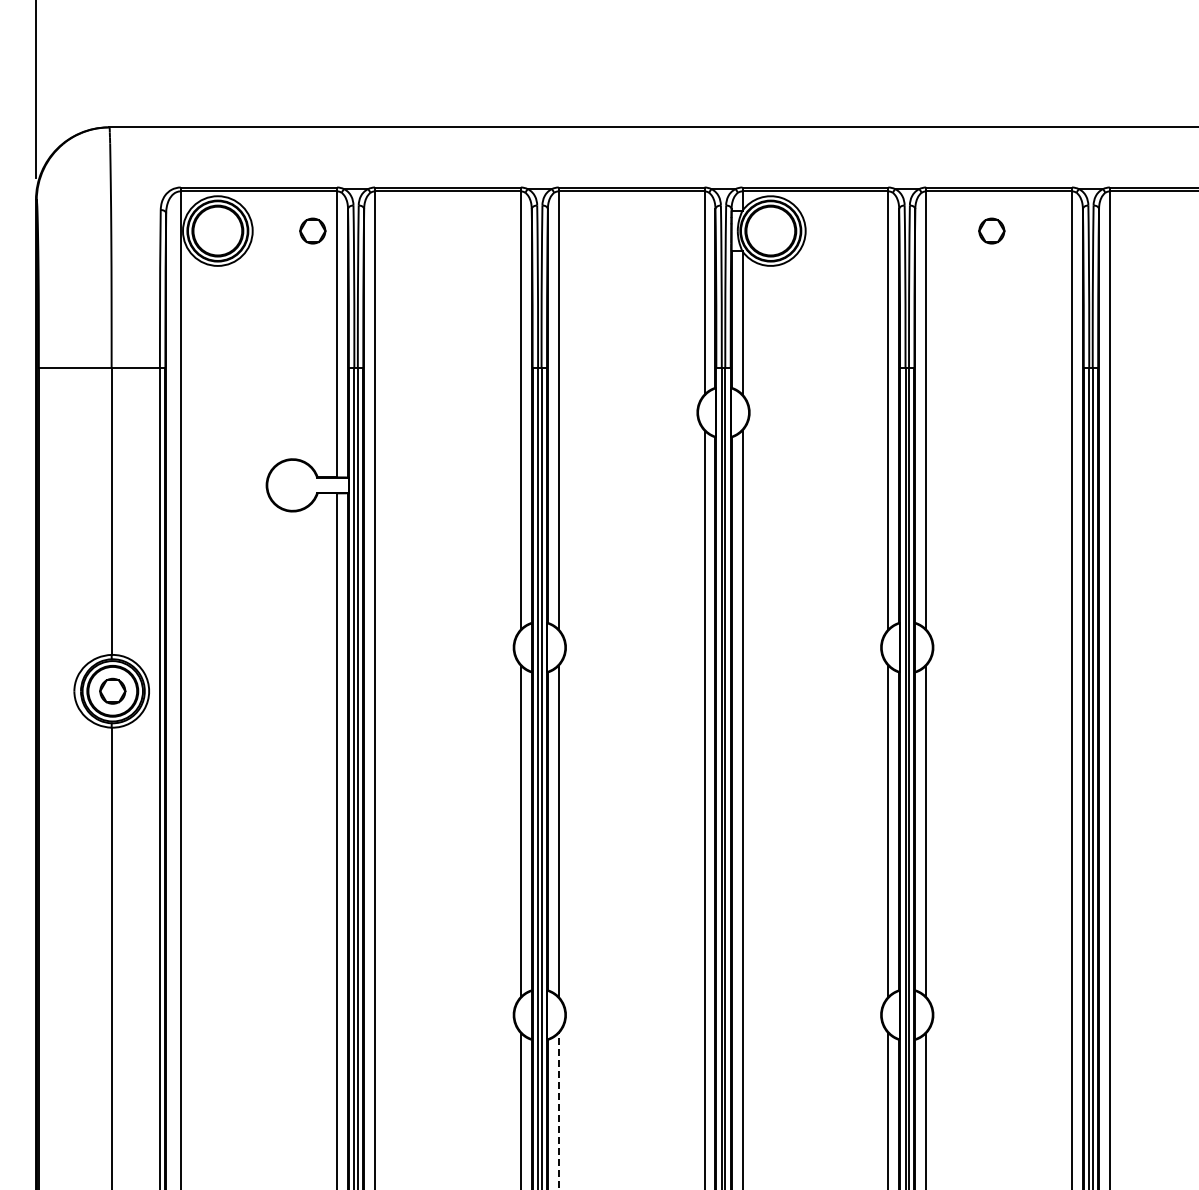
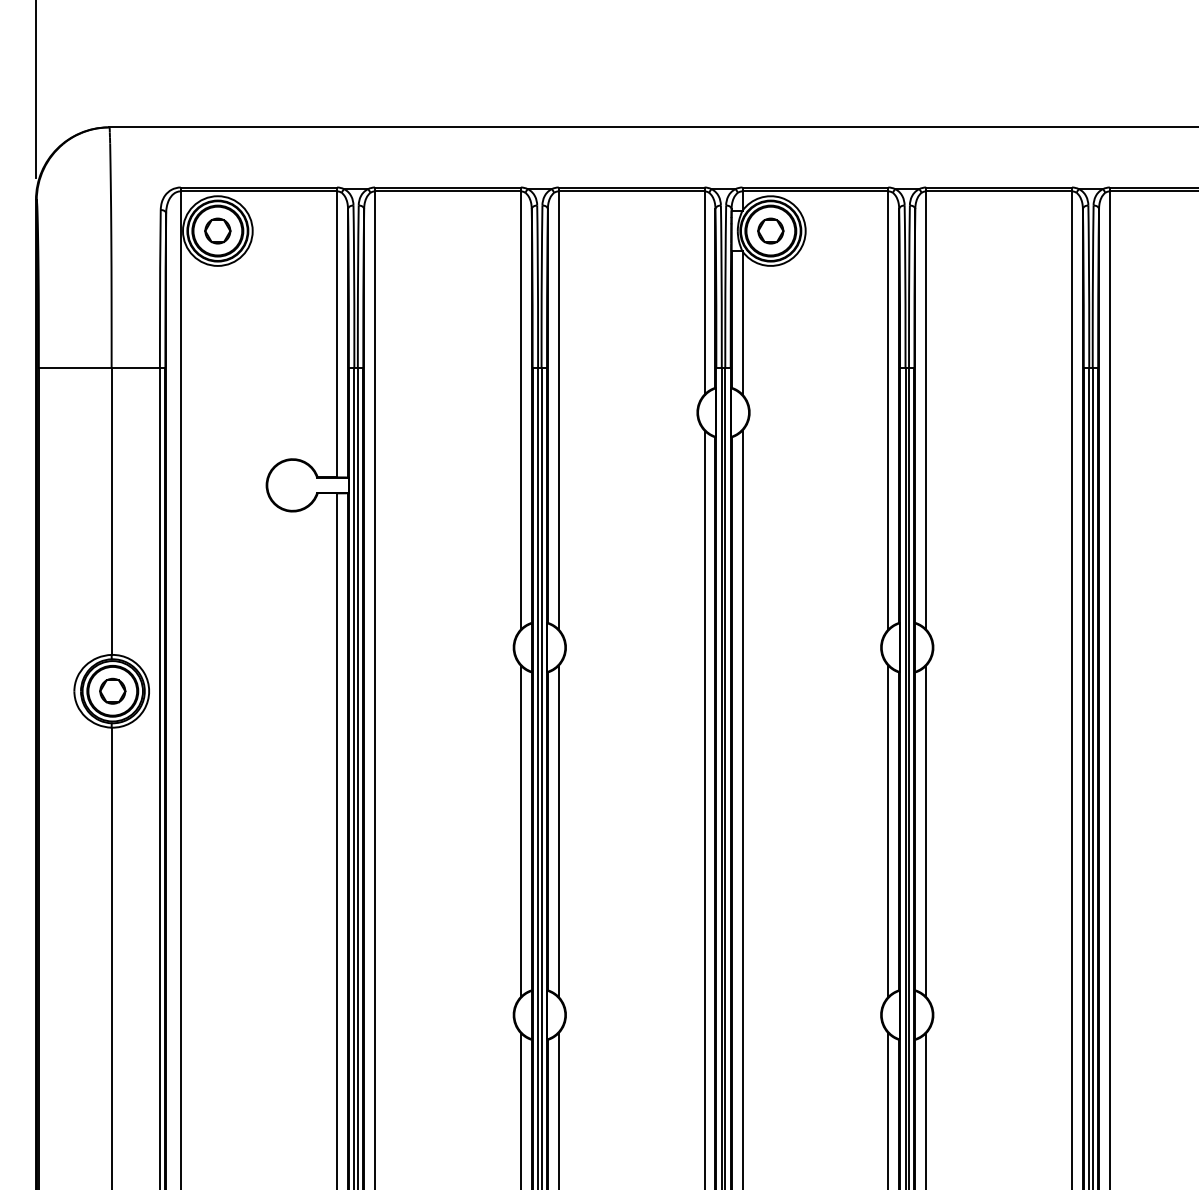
circle at (312, 230) position: (312, 230) -> (217, 230)
circle at (991, 230) position: (991, 230) -> (770, 230)
line at (558, 1110): dashed -> solid
